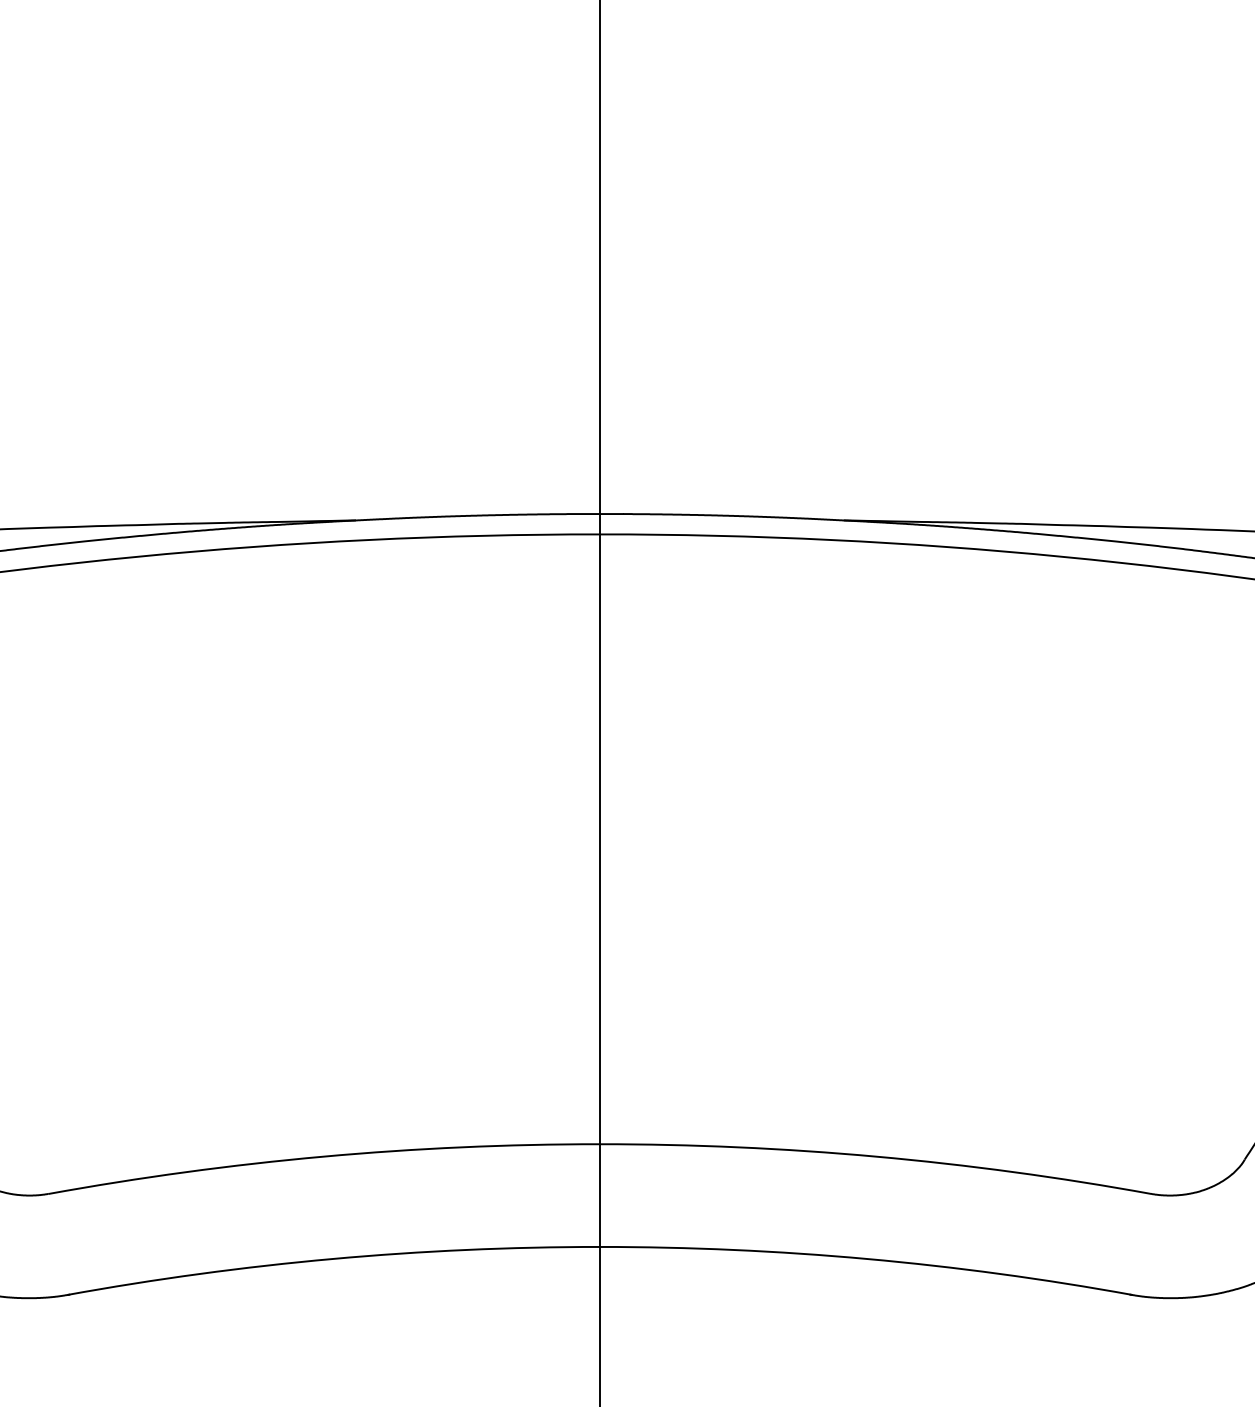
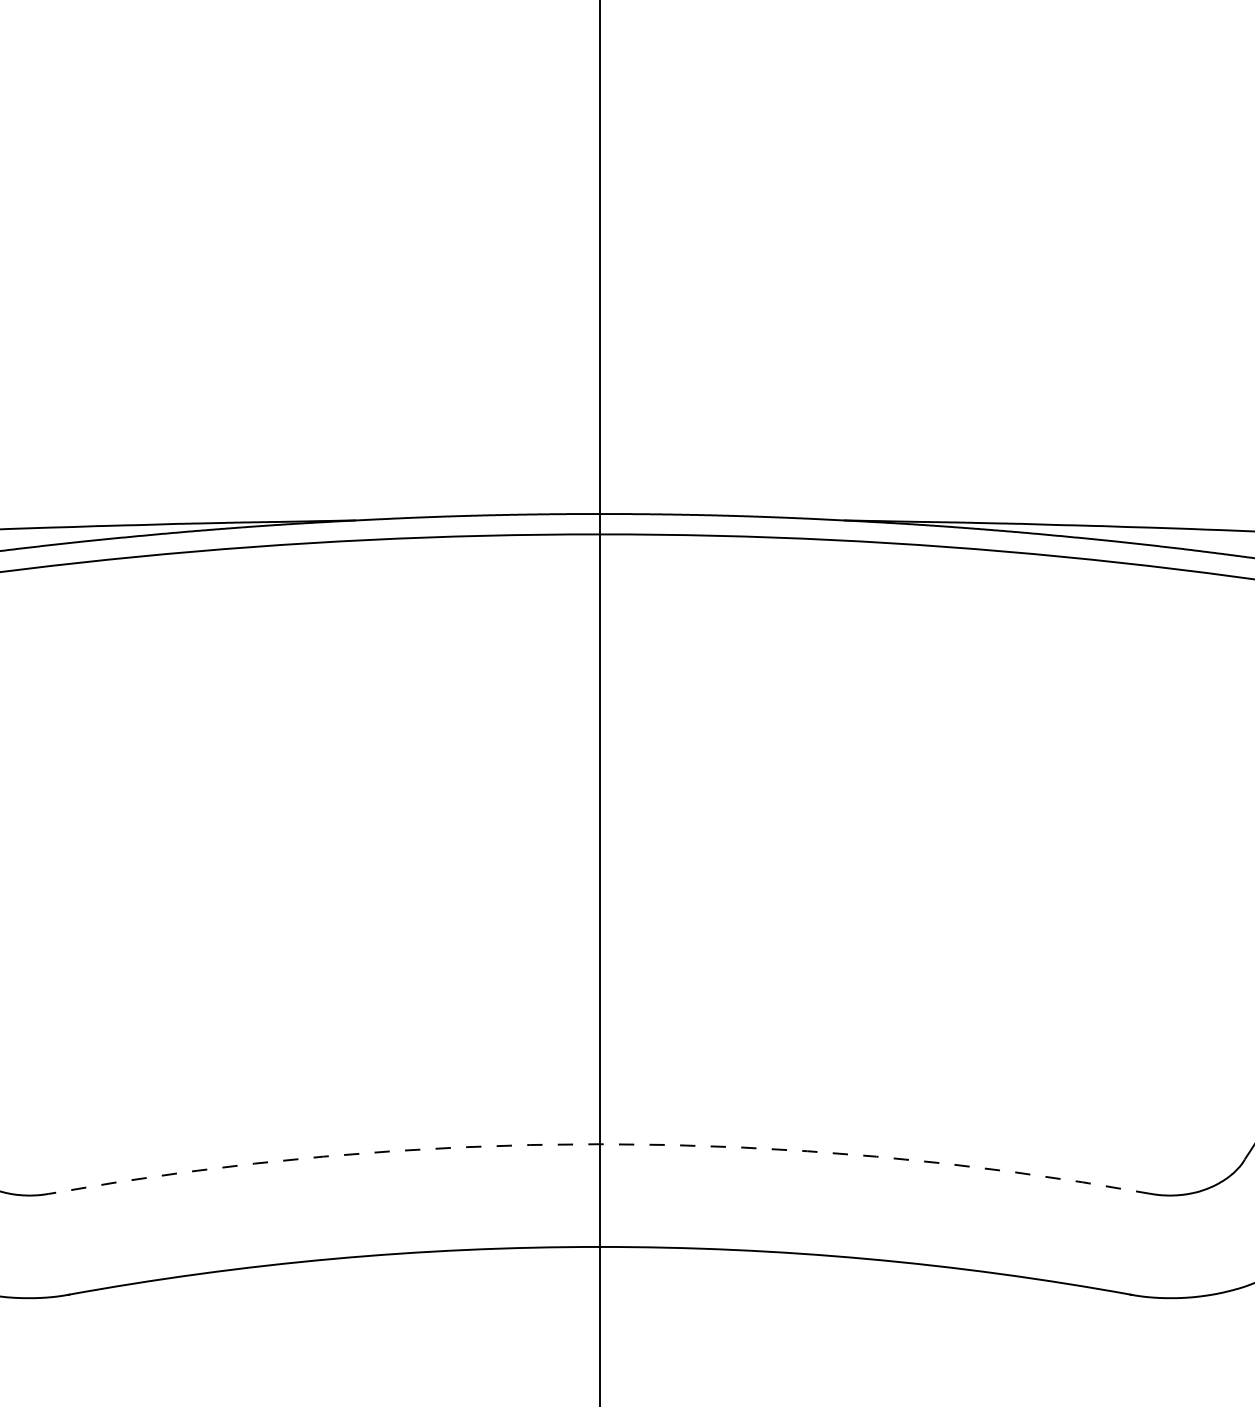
arc at (599, 1144): solid -> dashed
